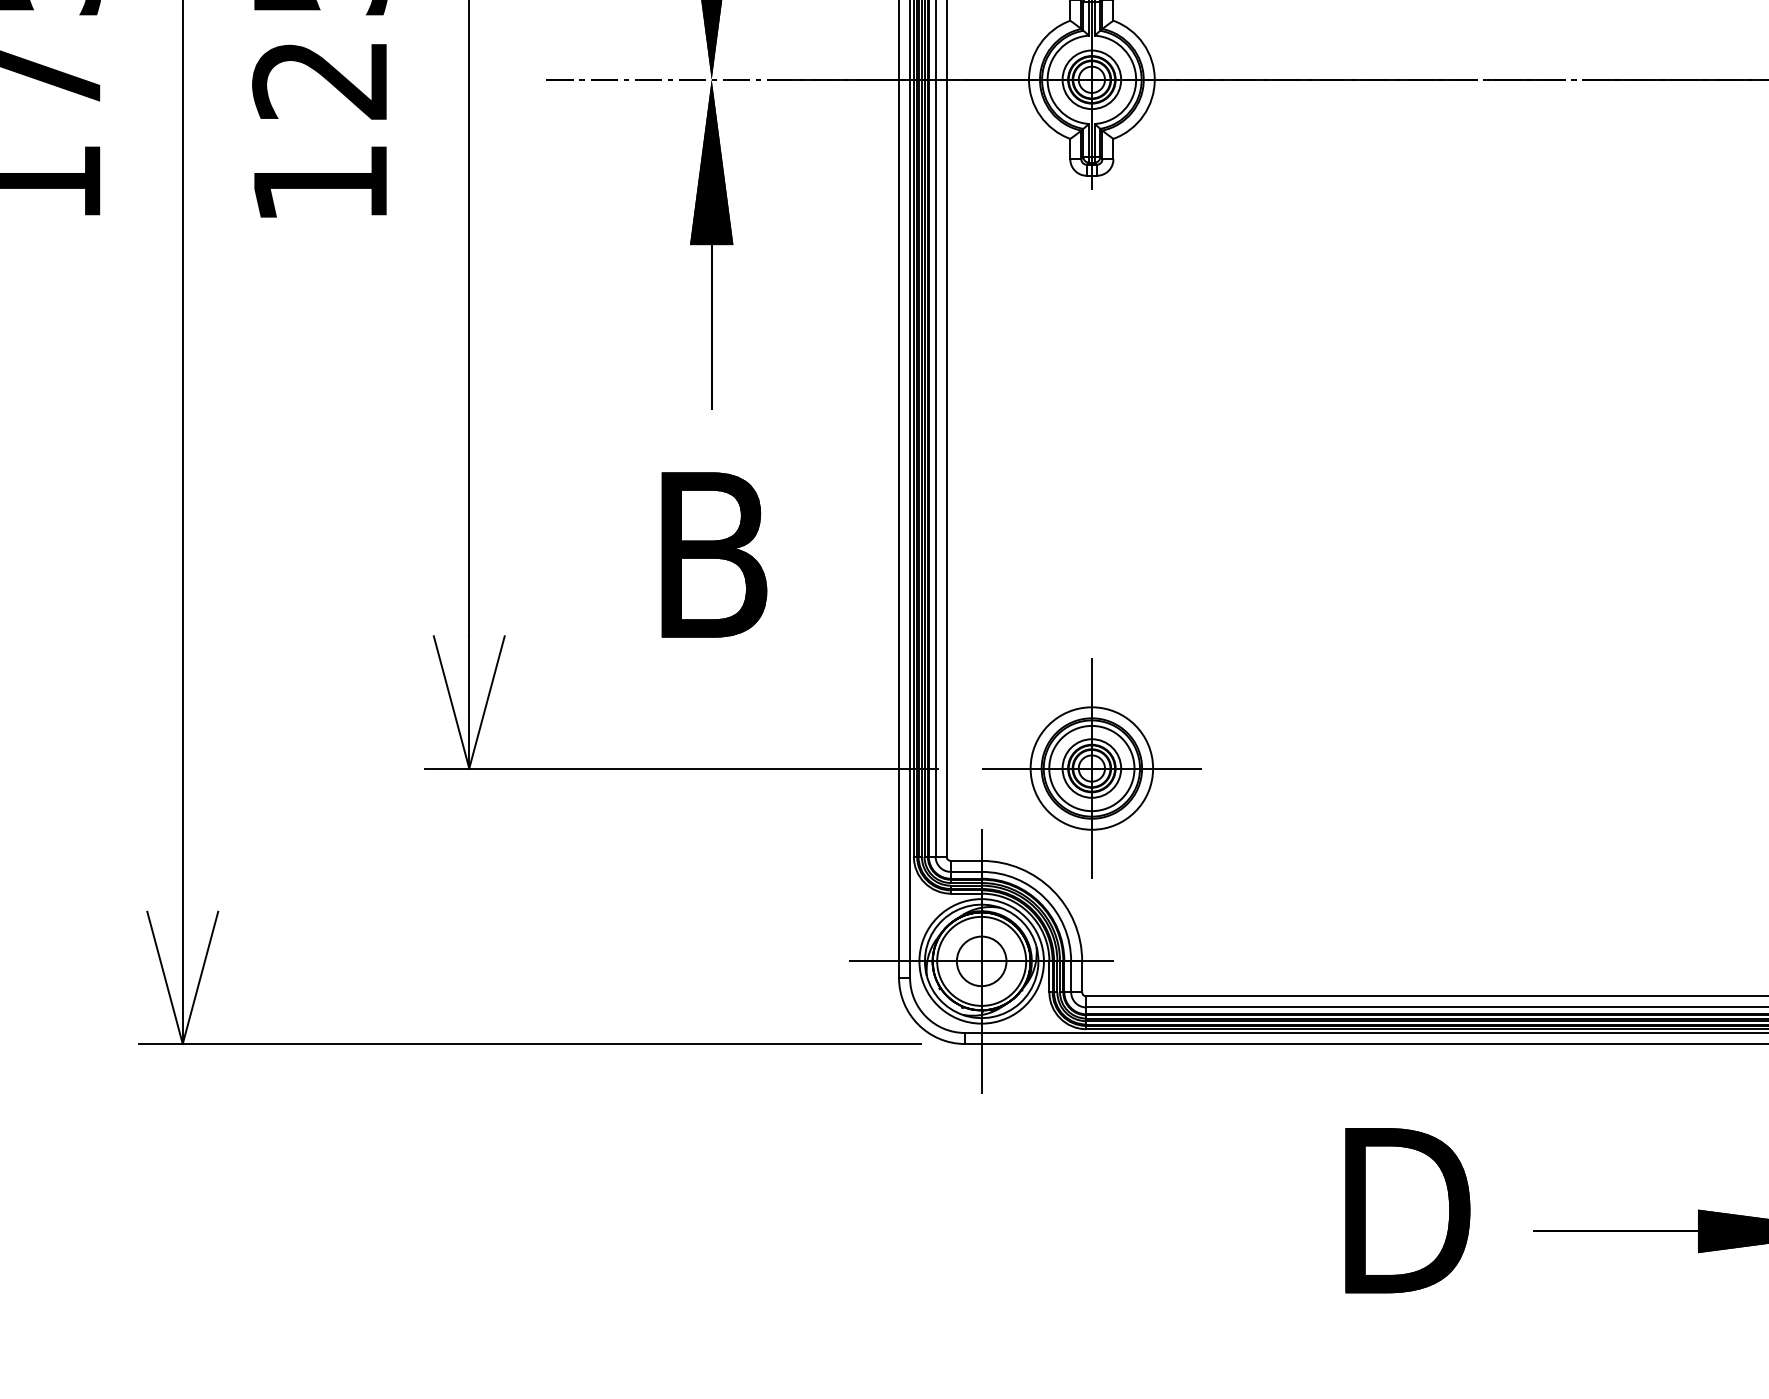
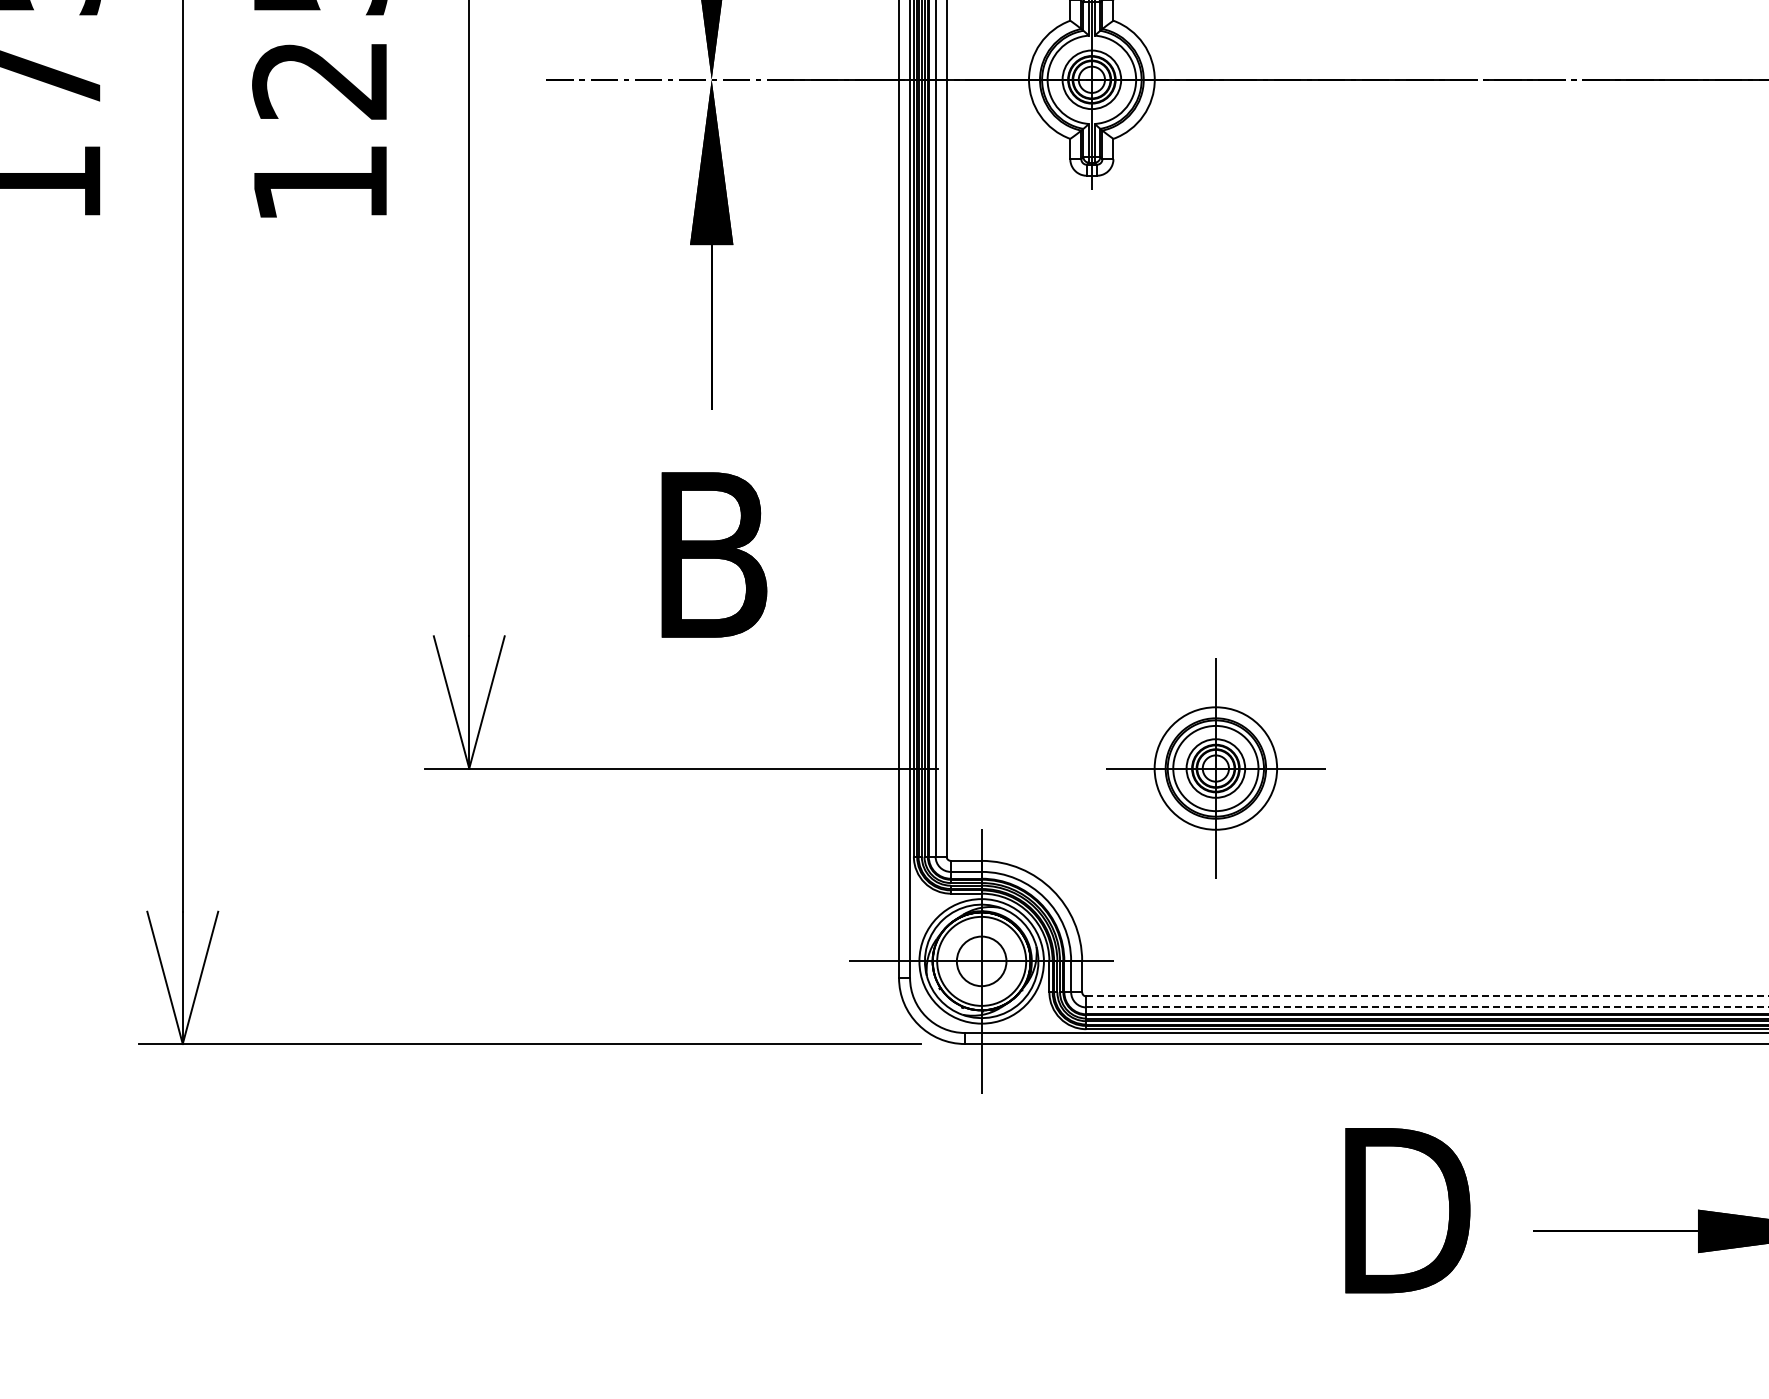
part at (1091, 768) position: (1091, 768) -> (1215, 768)
line at (1427, 996): solid -> dashed
line at (1427, 1007): solid -> dashed
